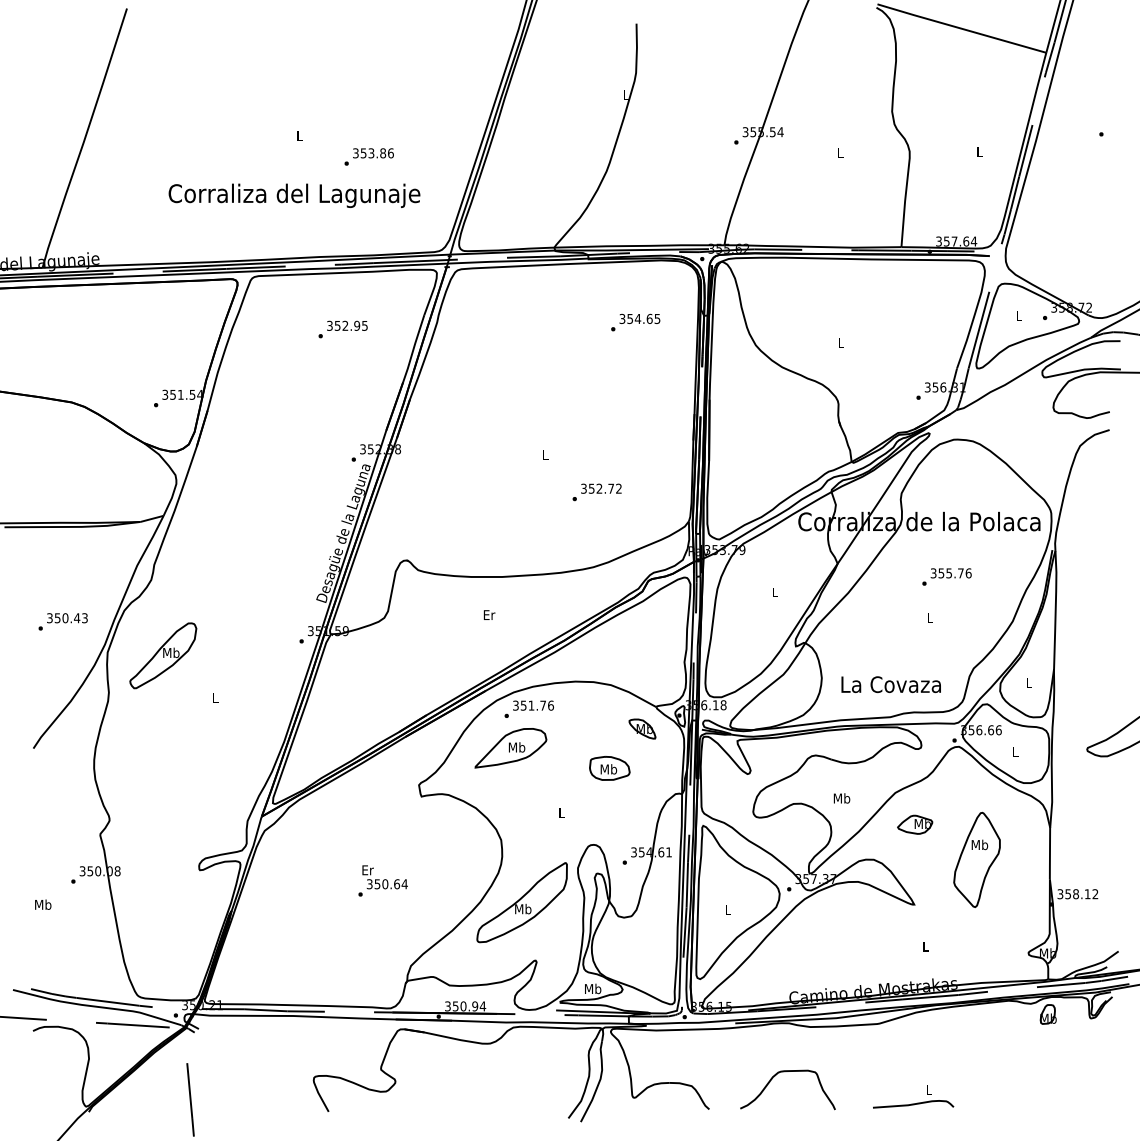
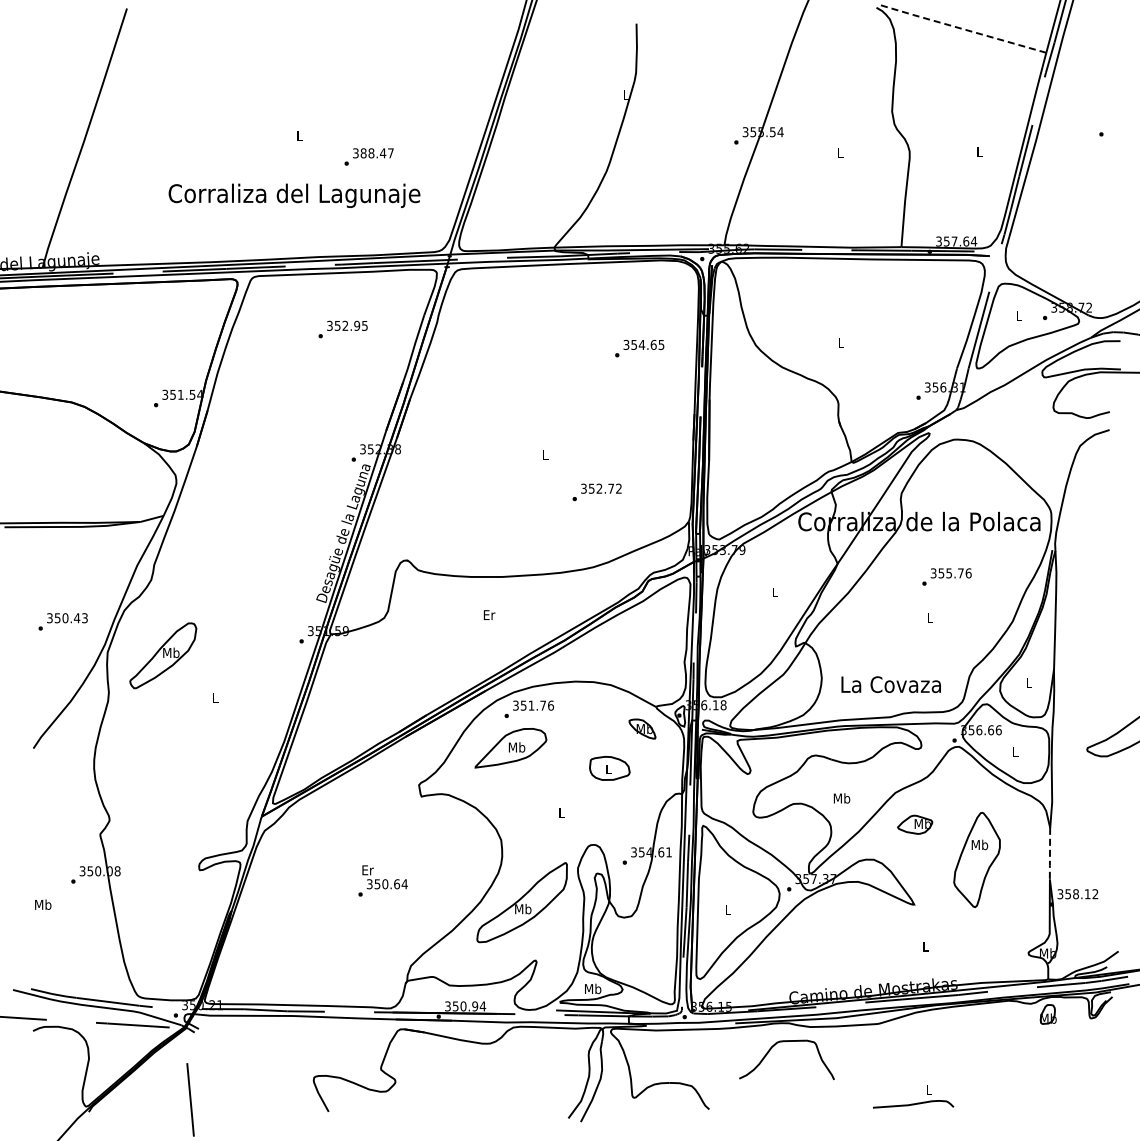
line at (960, 28): solid -> dashed
text at (376, 153): 353.86 -> 388.47
text at (635, 322) position: (635, 322) -> (639, 348)
text at (608, 769): Mb -> L
line at (1049, 854): solid -> dashed
curve at (785, 1072) position: (785, 1072) -> (784, 1042)
